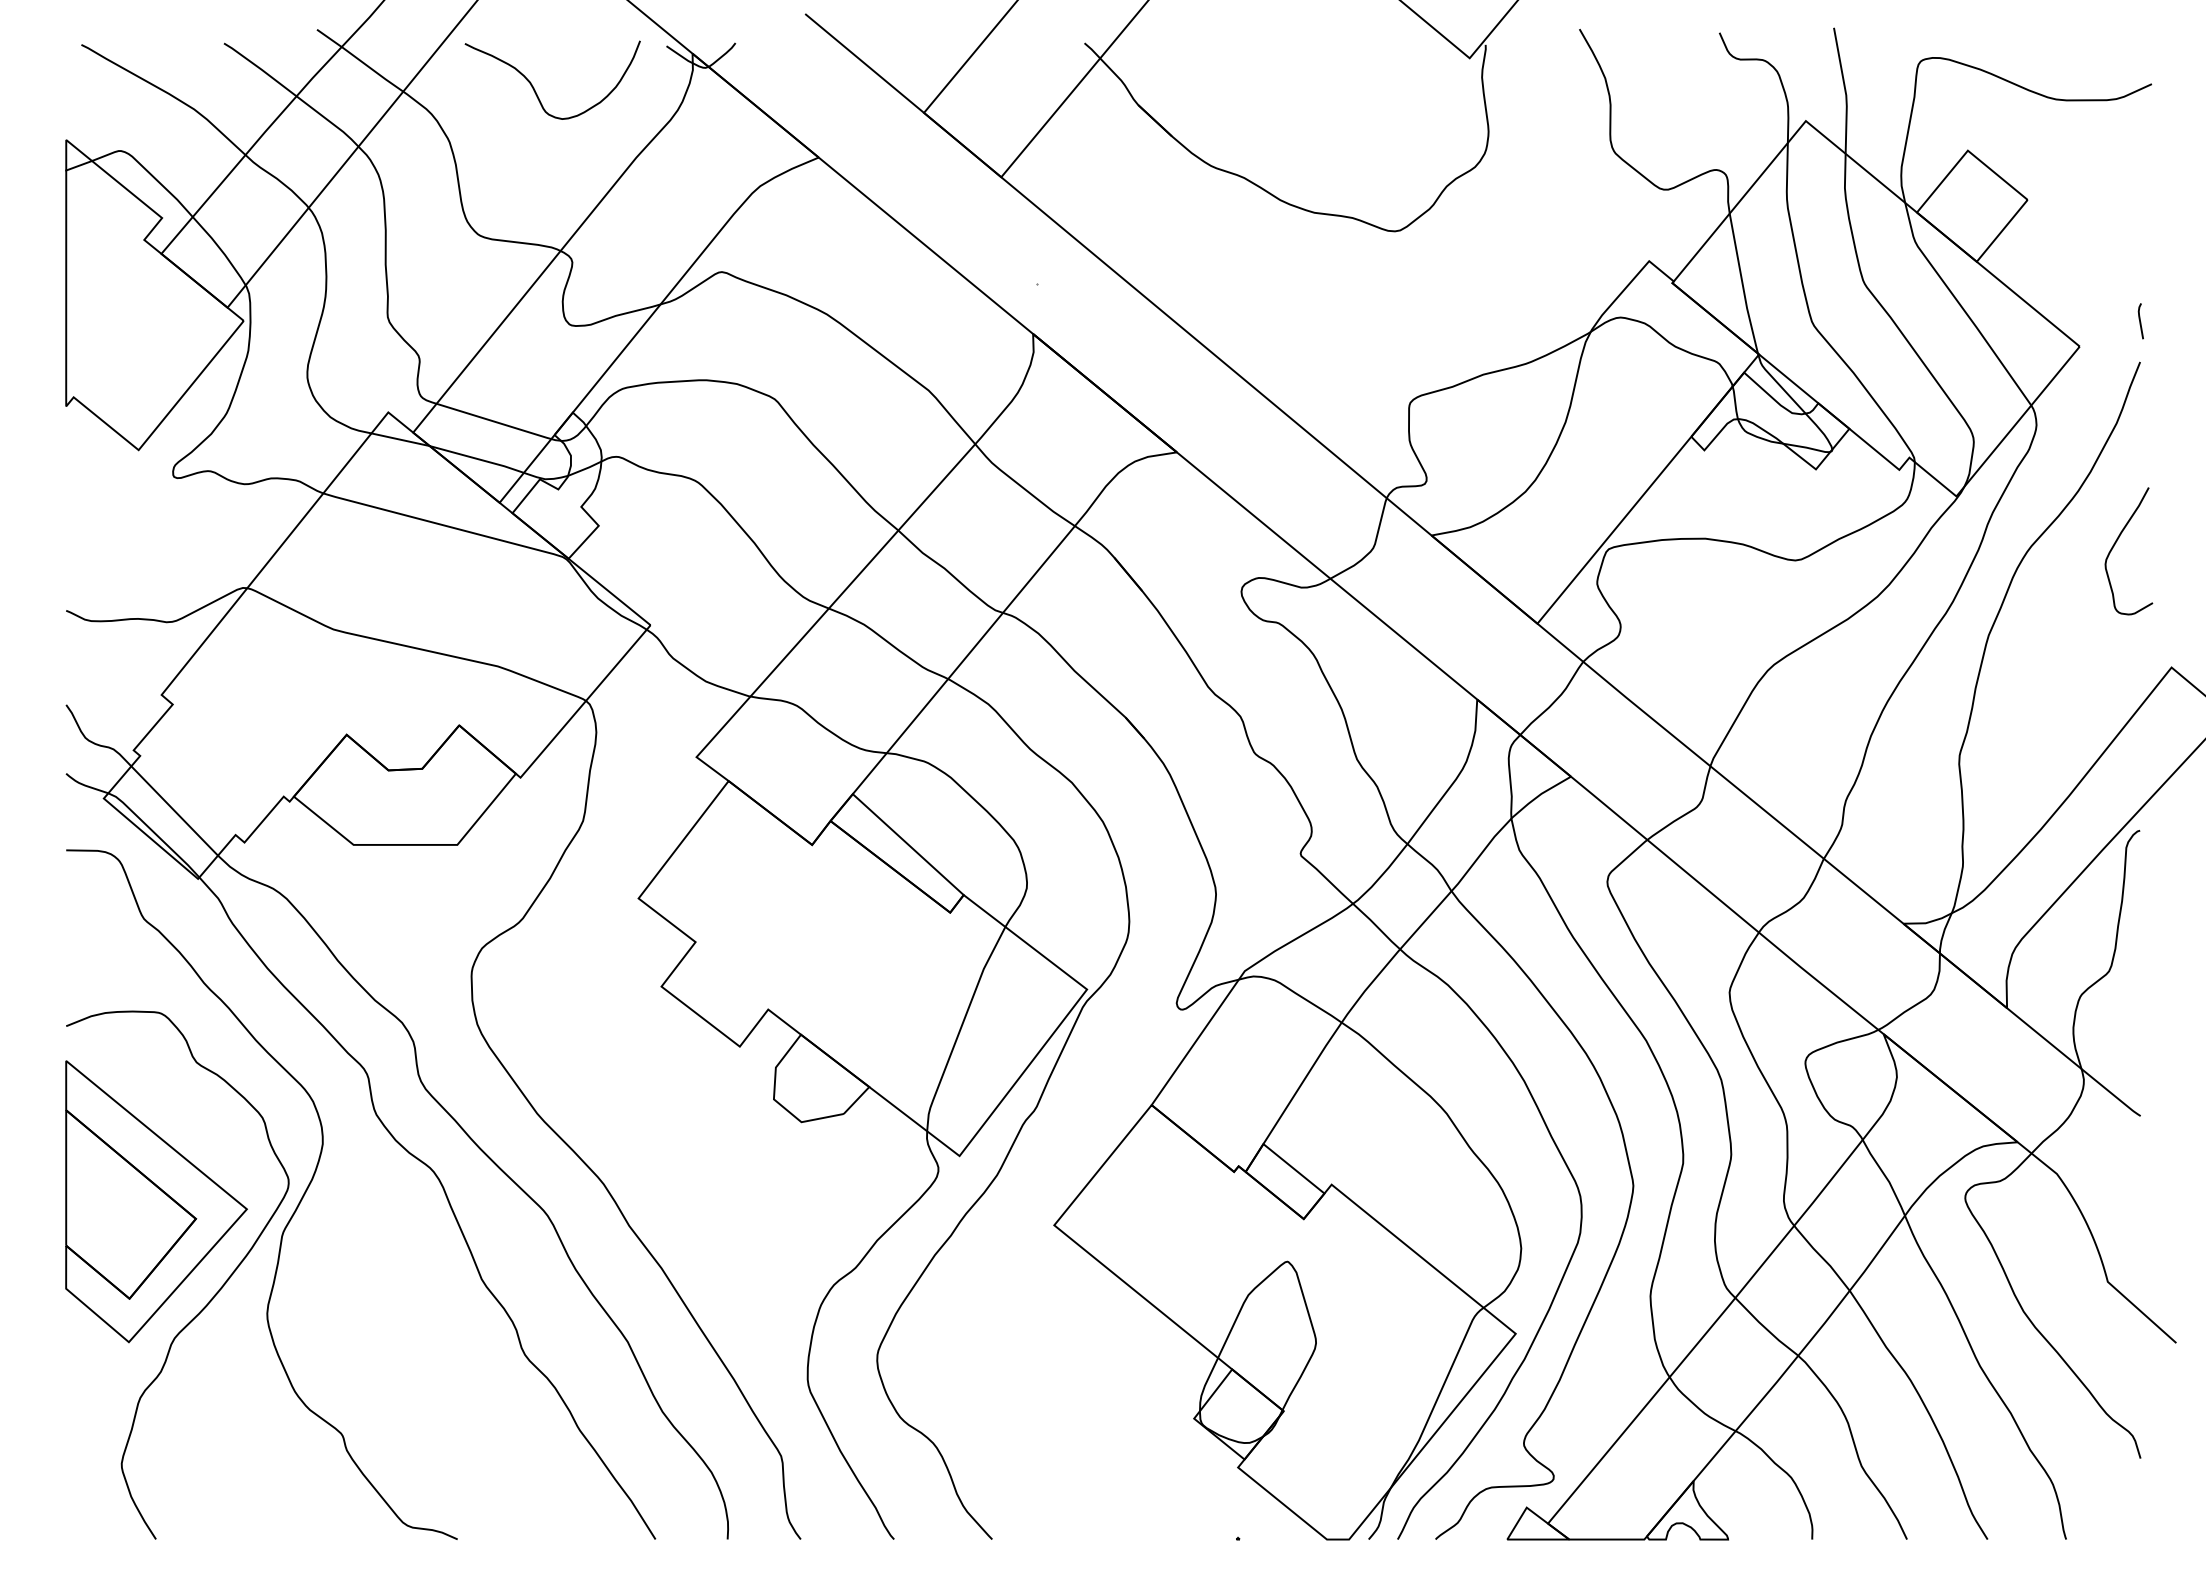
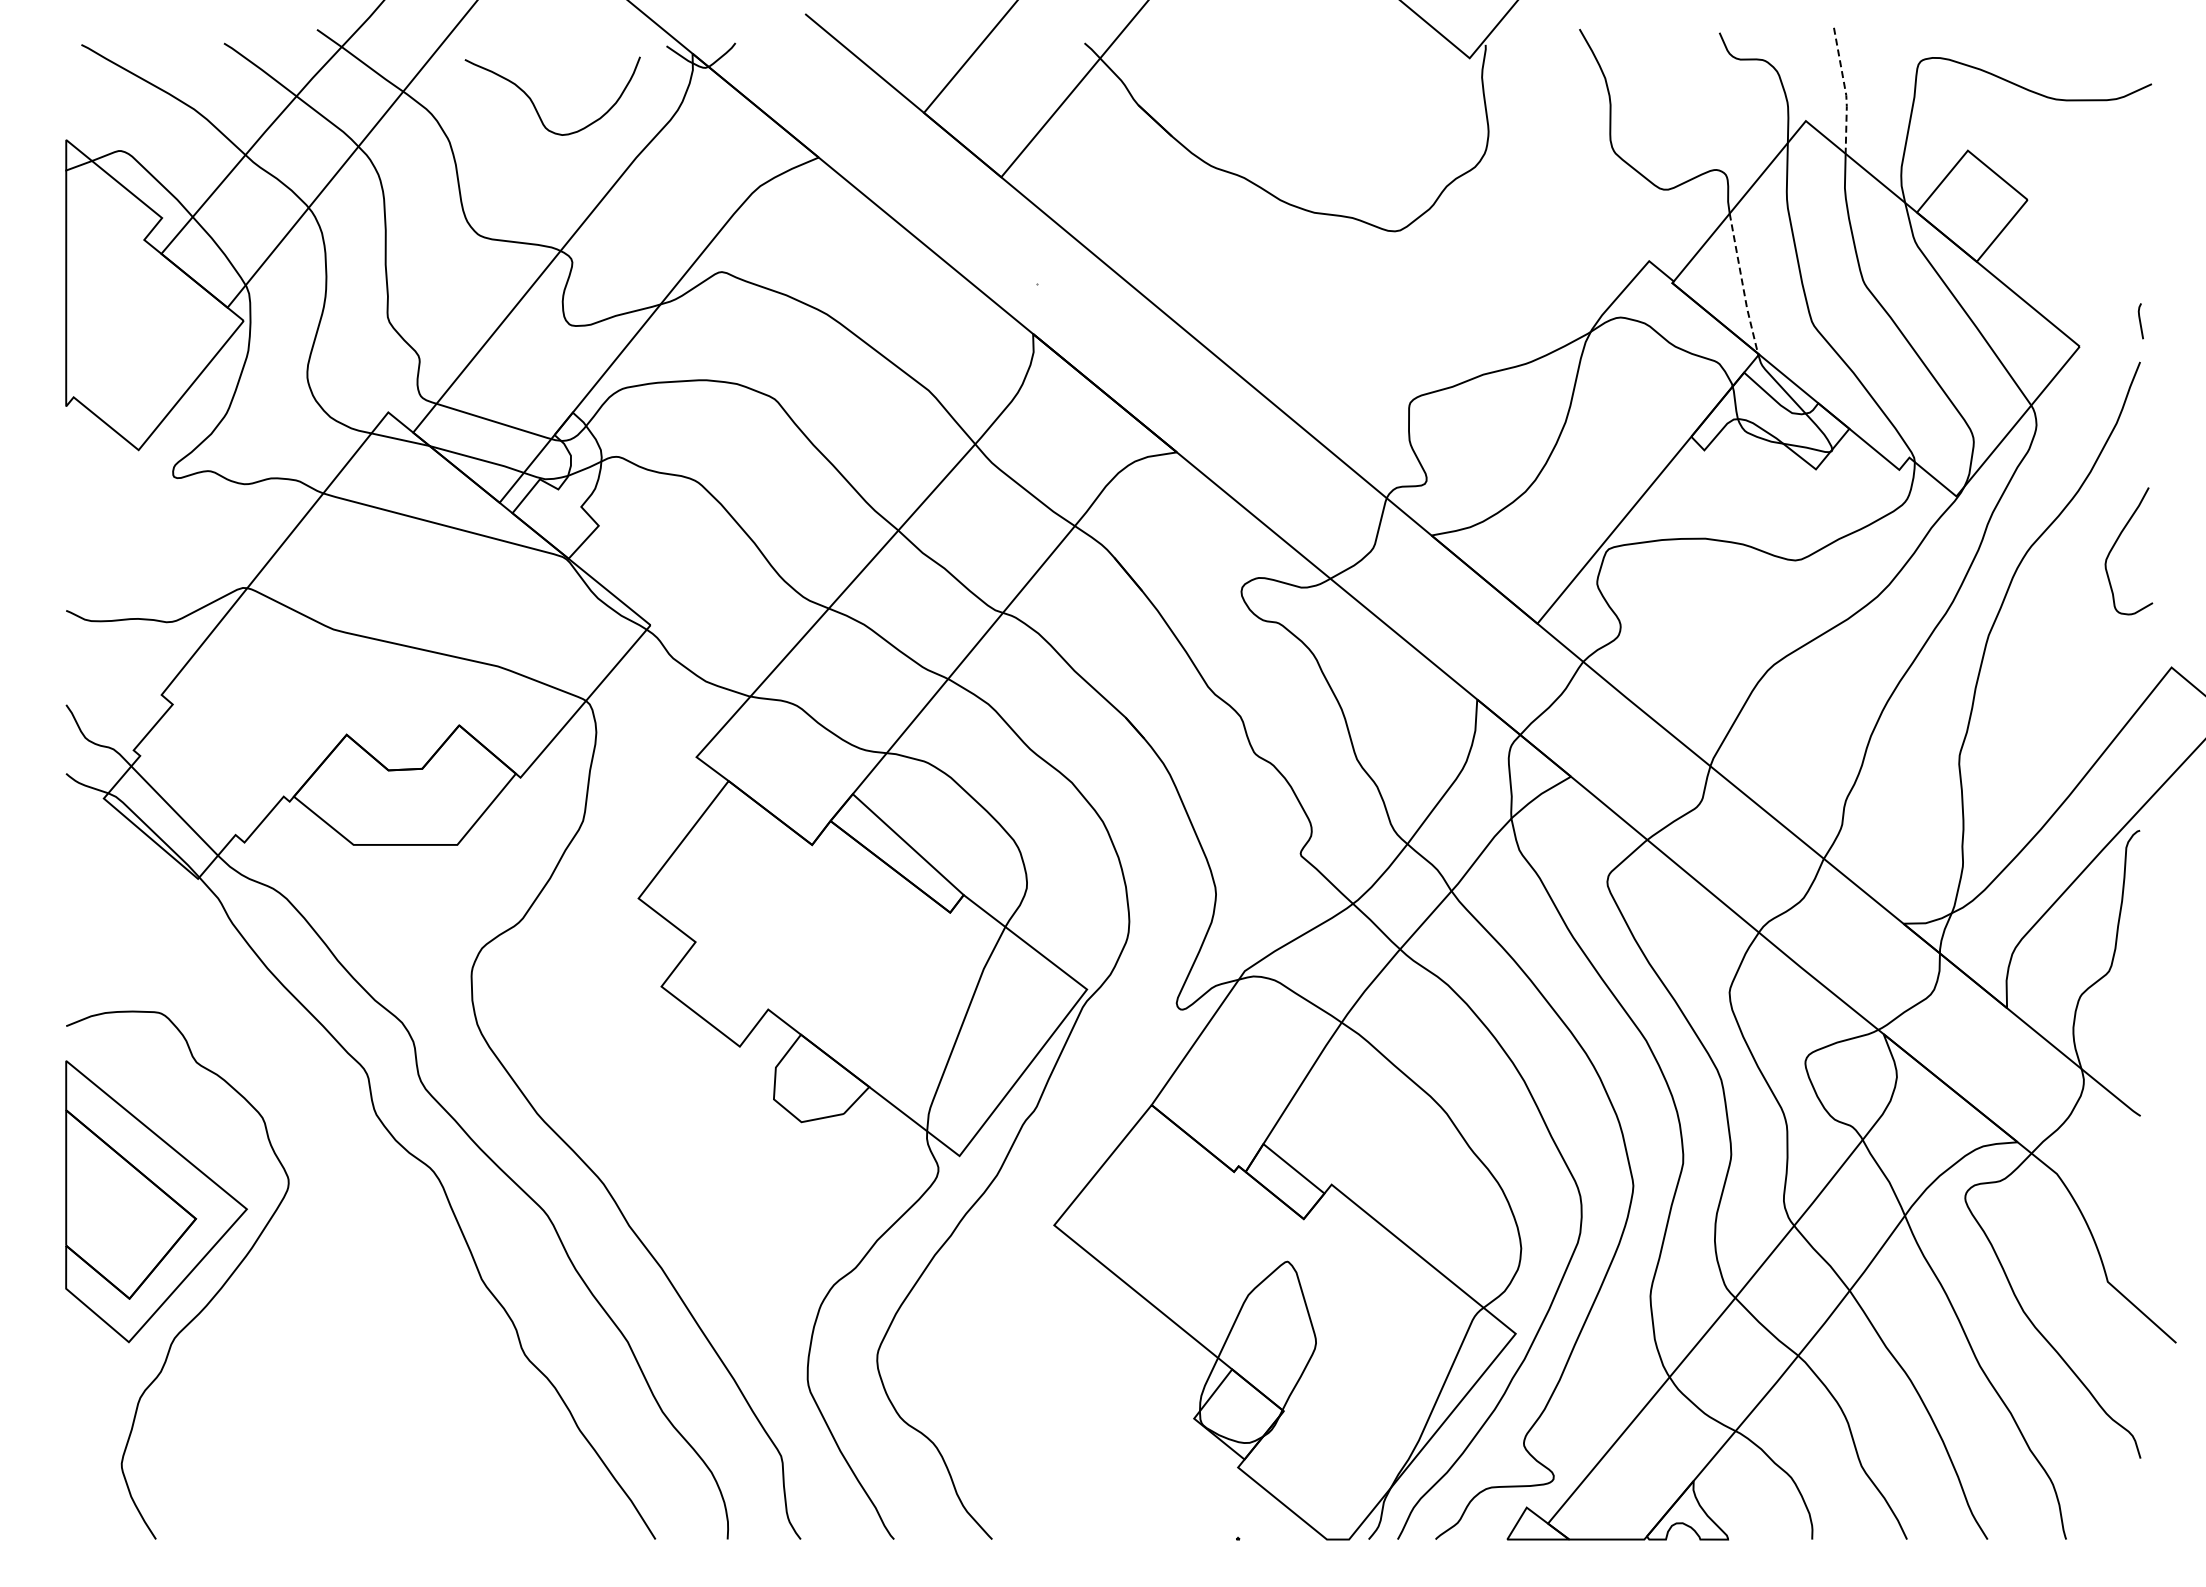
curve at (534, 87) position: (534, 87) -> (534, 103)
line at (1845, 92): solid -> dashed
line at (1742, 285): solid -> dashed
curve at (292, 1213): present -> none
